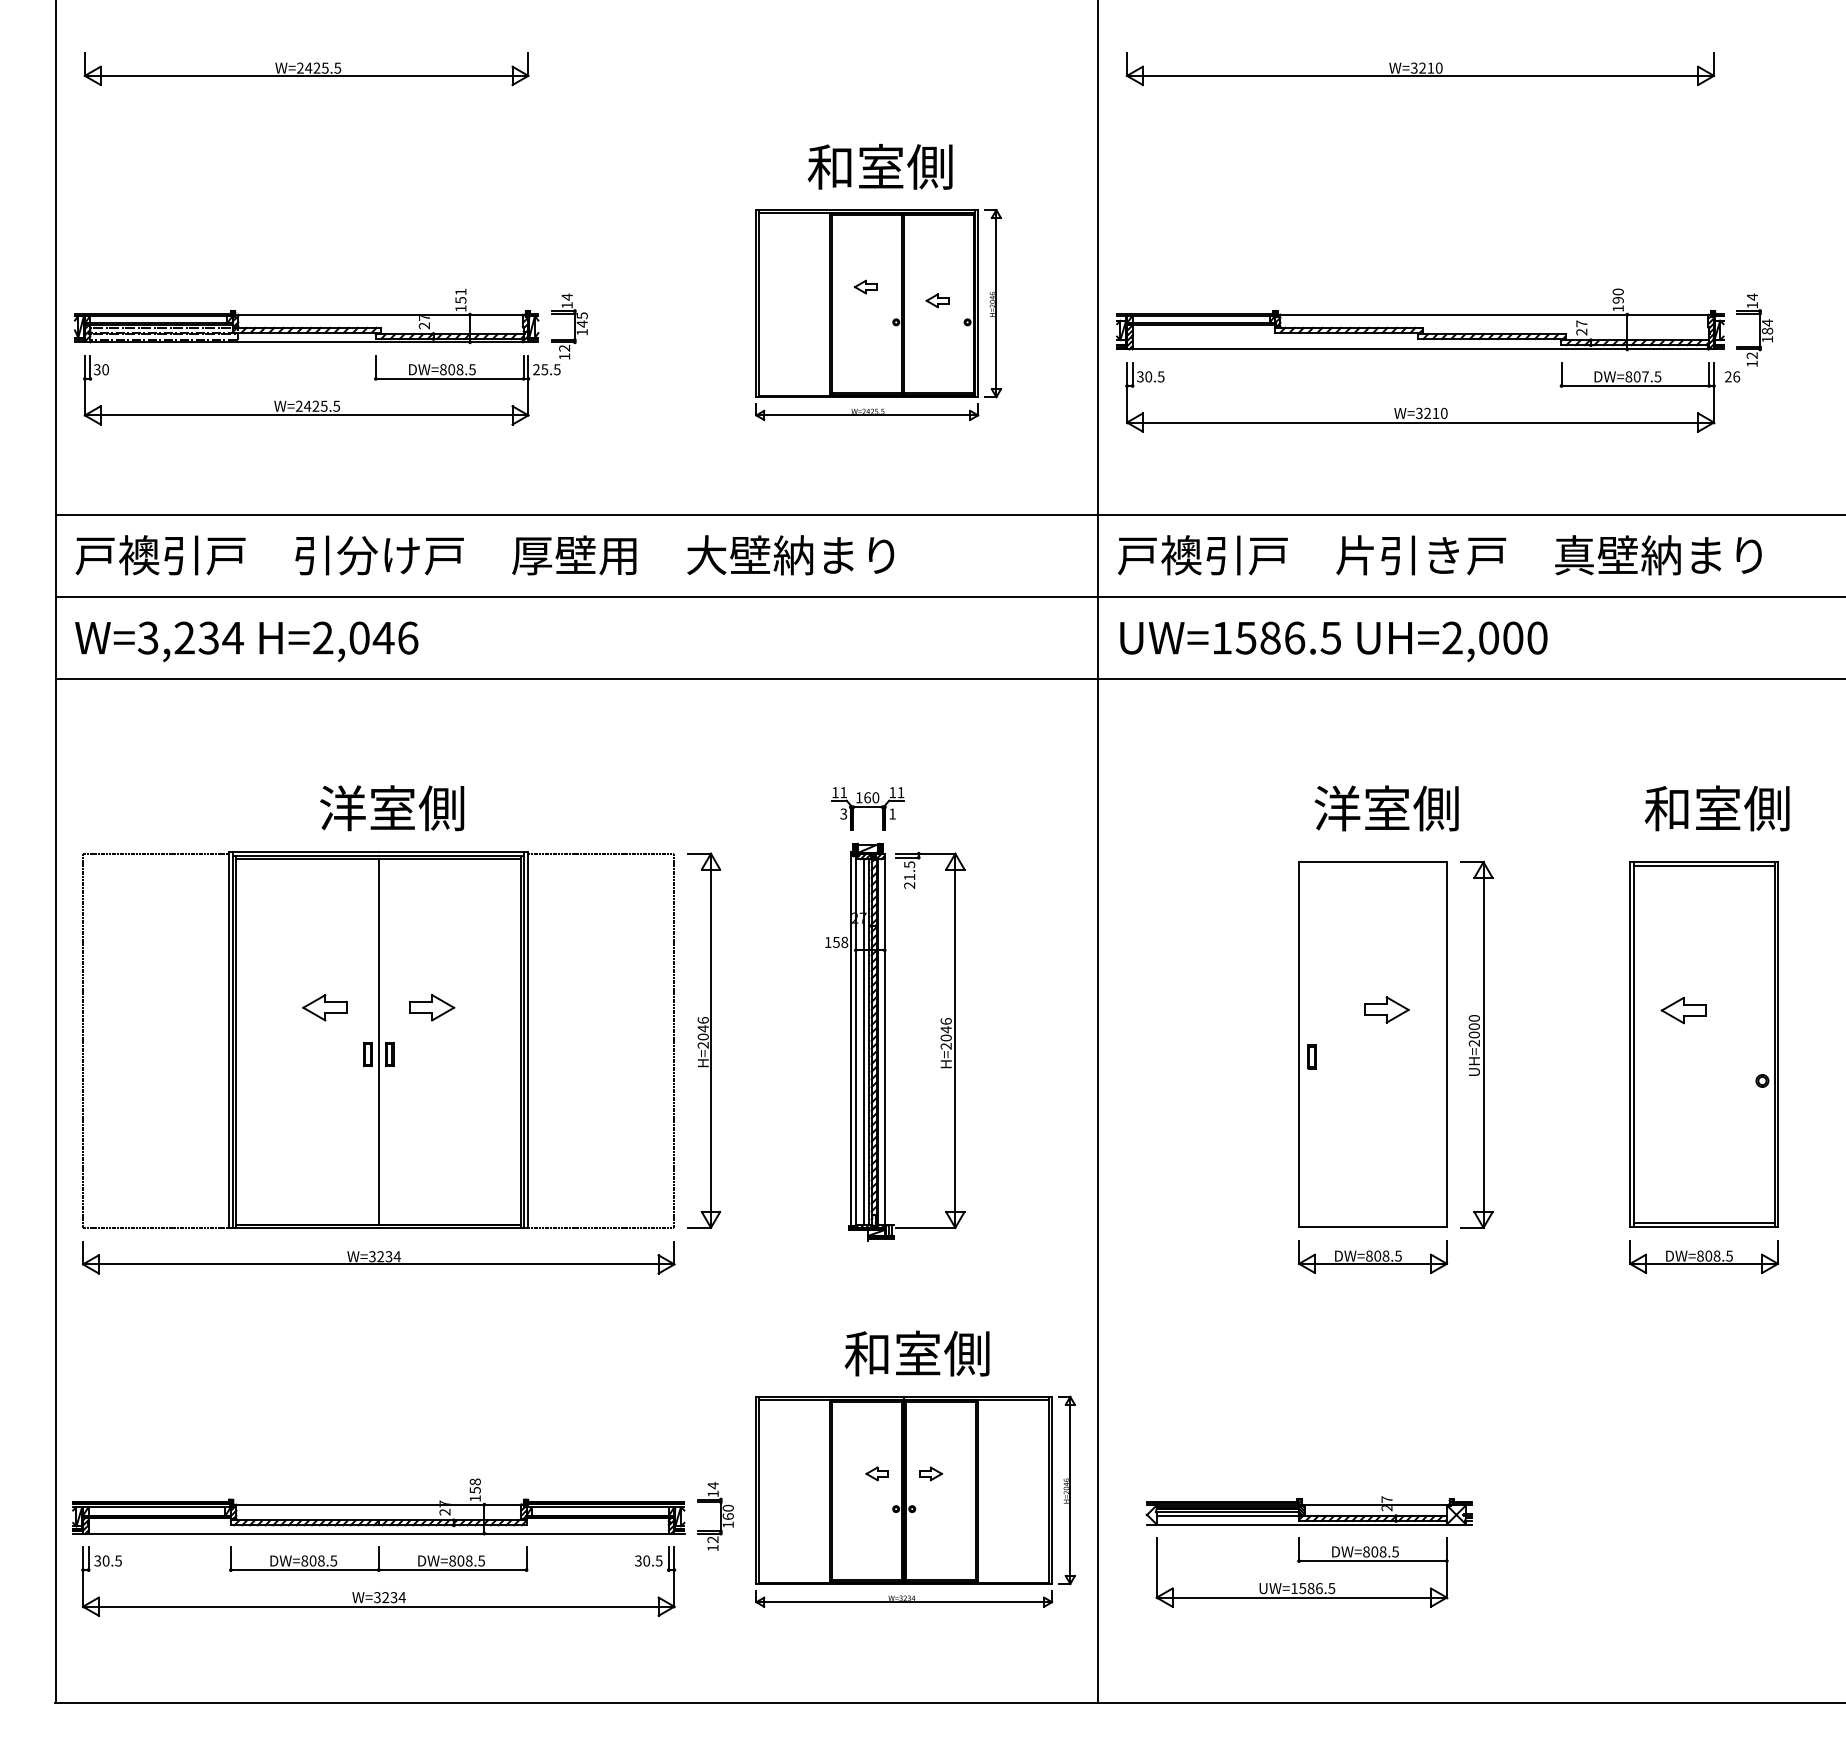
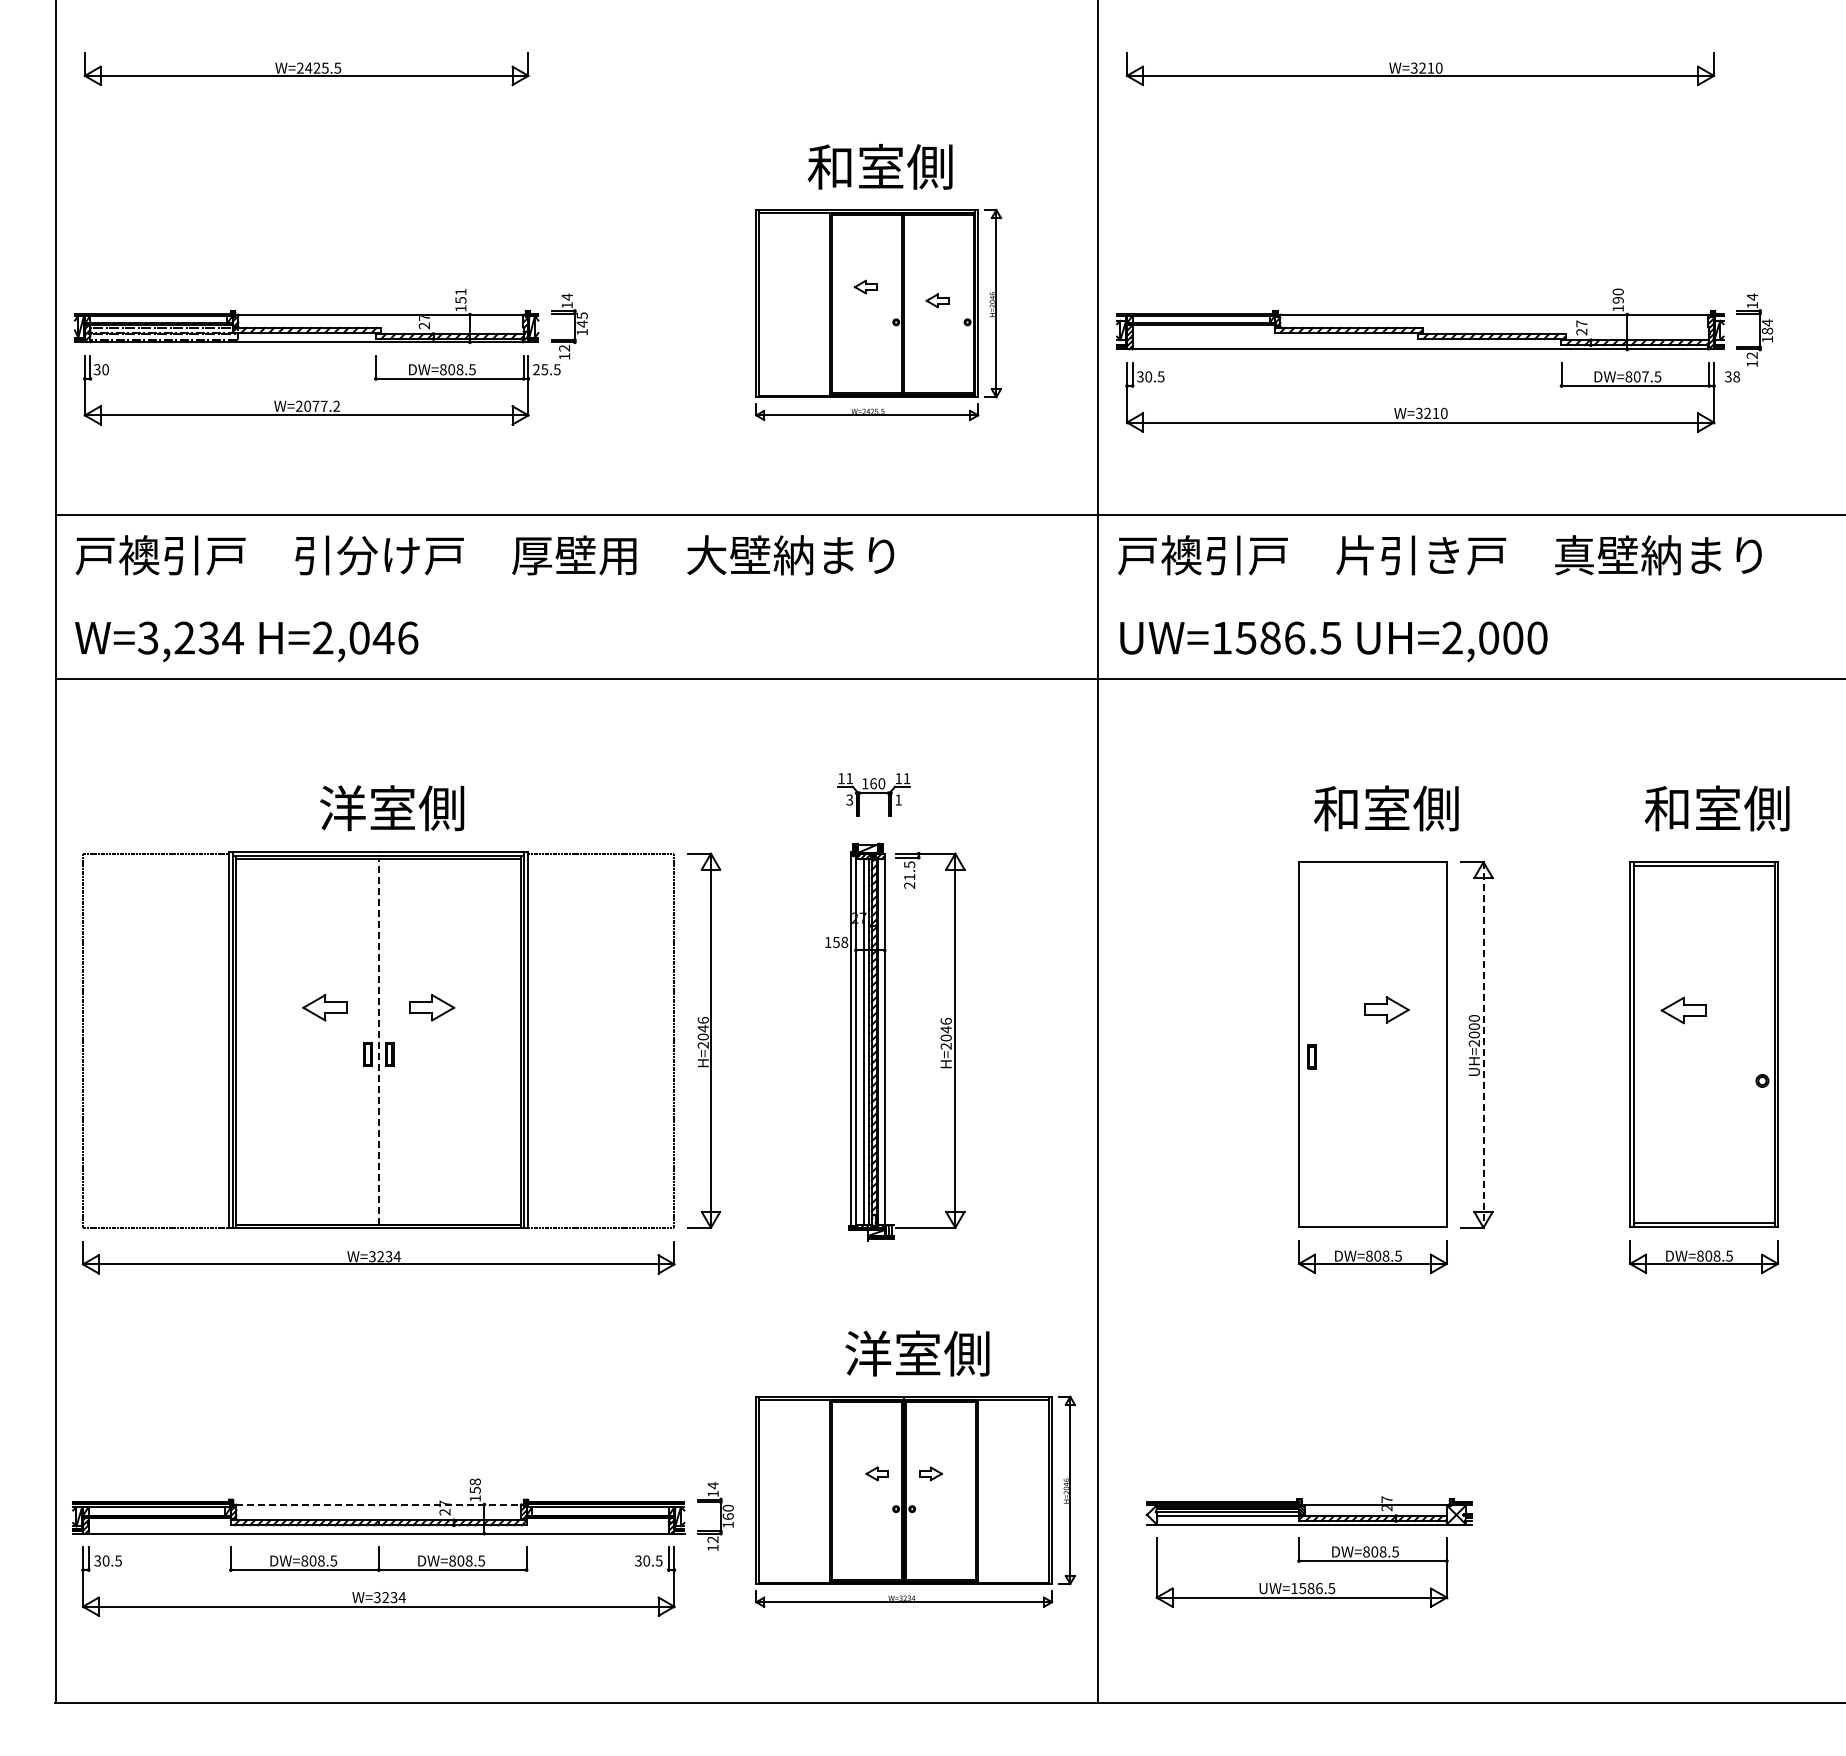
text at (1732, 376): 26 -> 38
text at (321, 405): W=2425.5 -> W=2077.2
line at (948, 597): present -> none
part at (867, 808) position: (867, 808) -> (873, 794)
text at (1336, 808): 洋室側 -> 和室側
line at (378, 1041): solid -> dashed
line at (1483, 1044): solid -> dashed
text at (867, 1353): 和室側 -> 洋室側
line at (379, 1504): solid -> dashed
